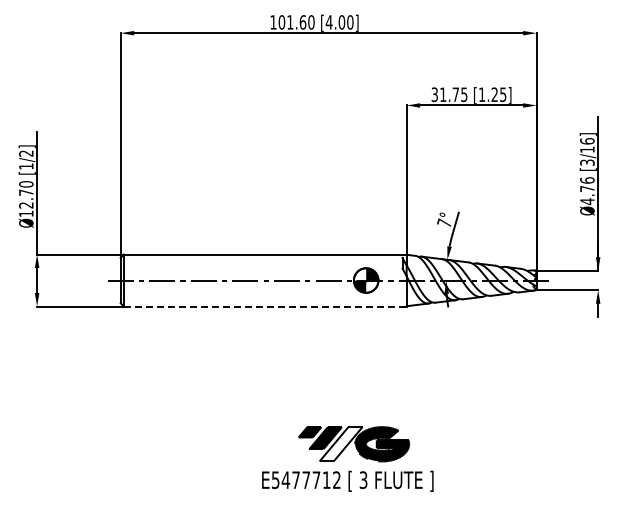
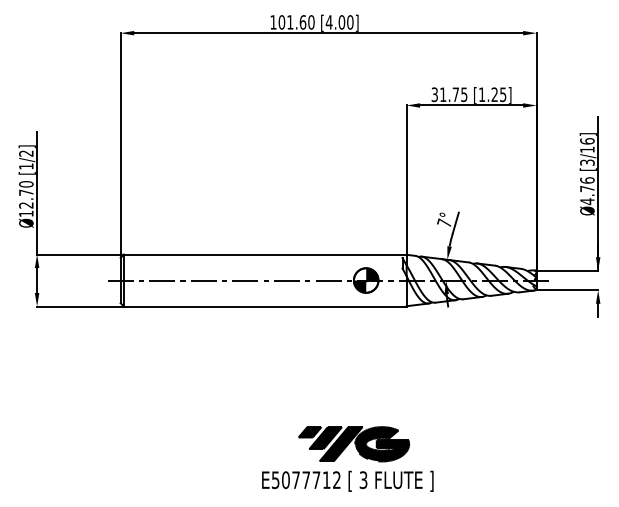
line at (265, 306): dashed -> solid
fill at (340, 444): none -> present
text at (285, 480): E5477712 -> E5077712
